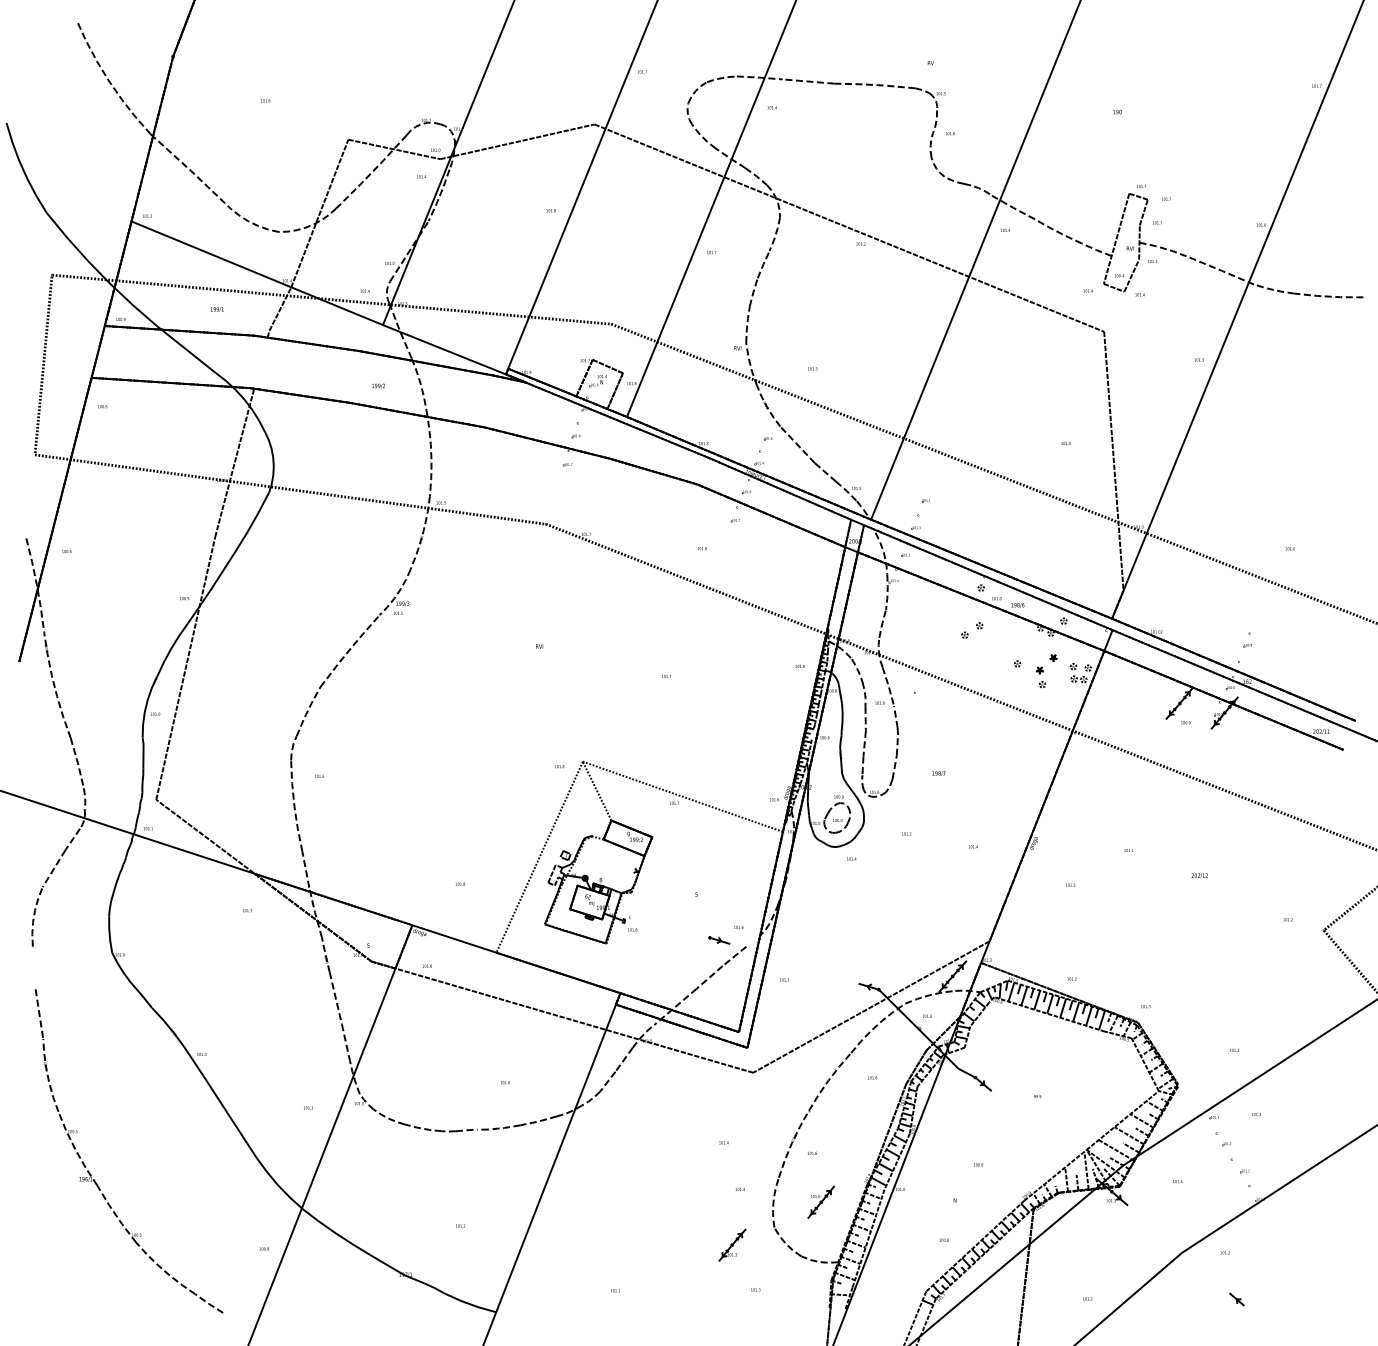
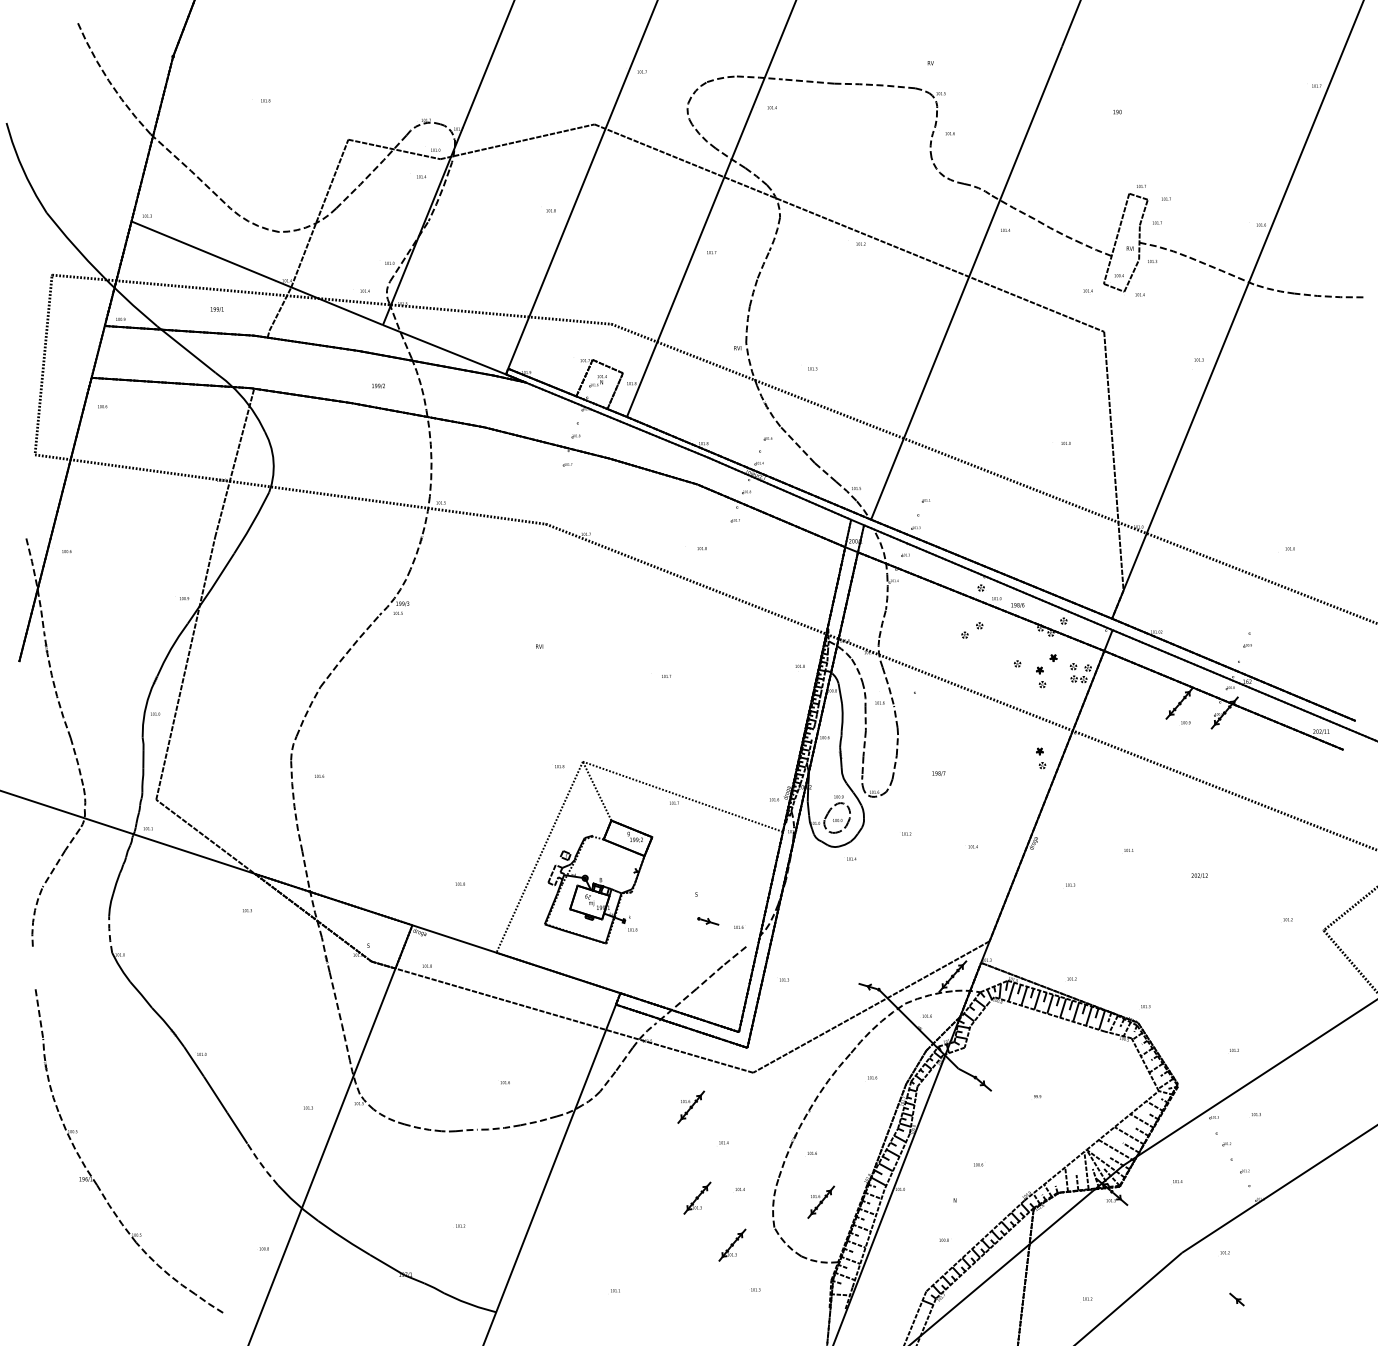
part at (1041, 758): none -> present
line at (109, 934): solid -> dashed
part at (719, 940) position: (719, 940) -> (708, 921)
part at (691, 1106): none -> present
line at (261, 1165): solid -> dashed
part at (697, 1197): none -> present
